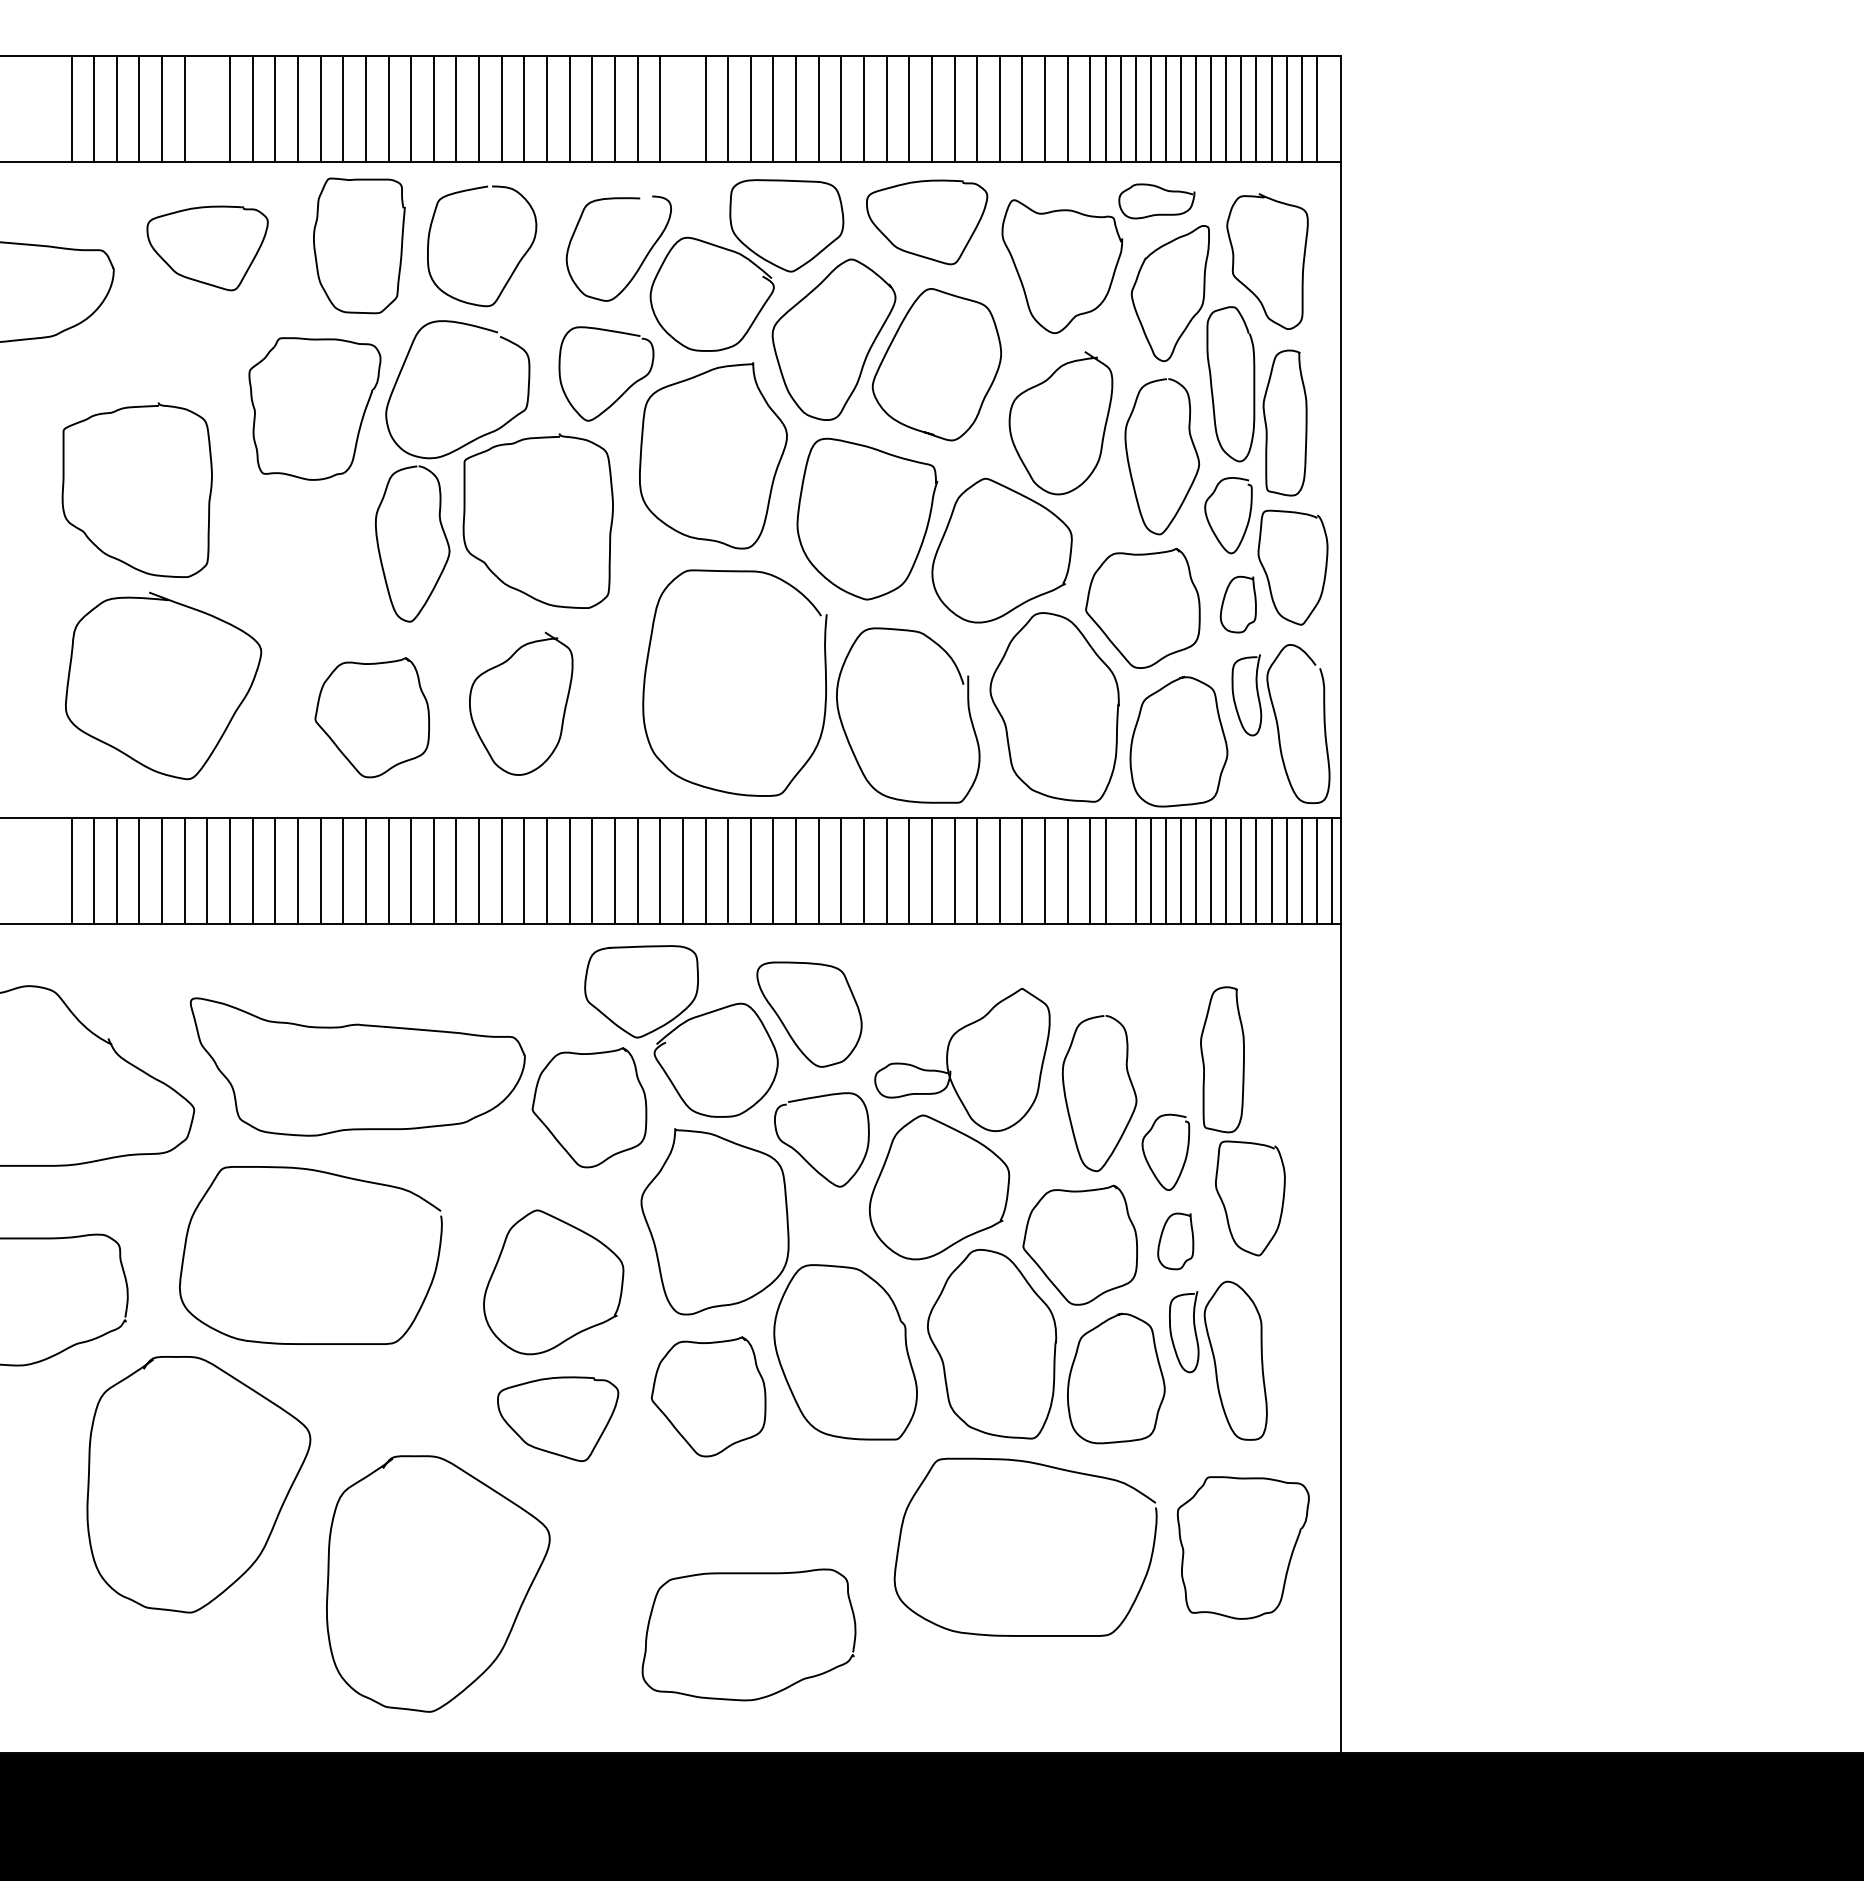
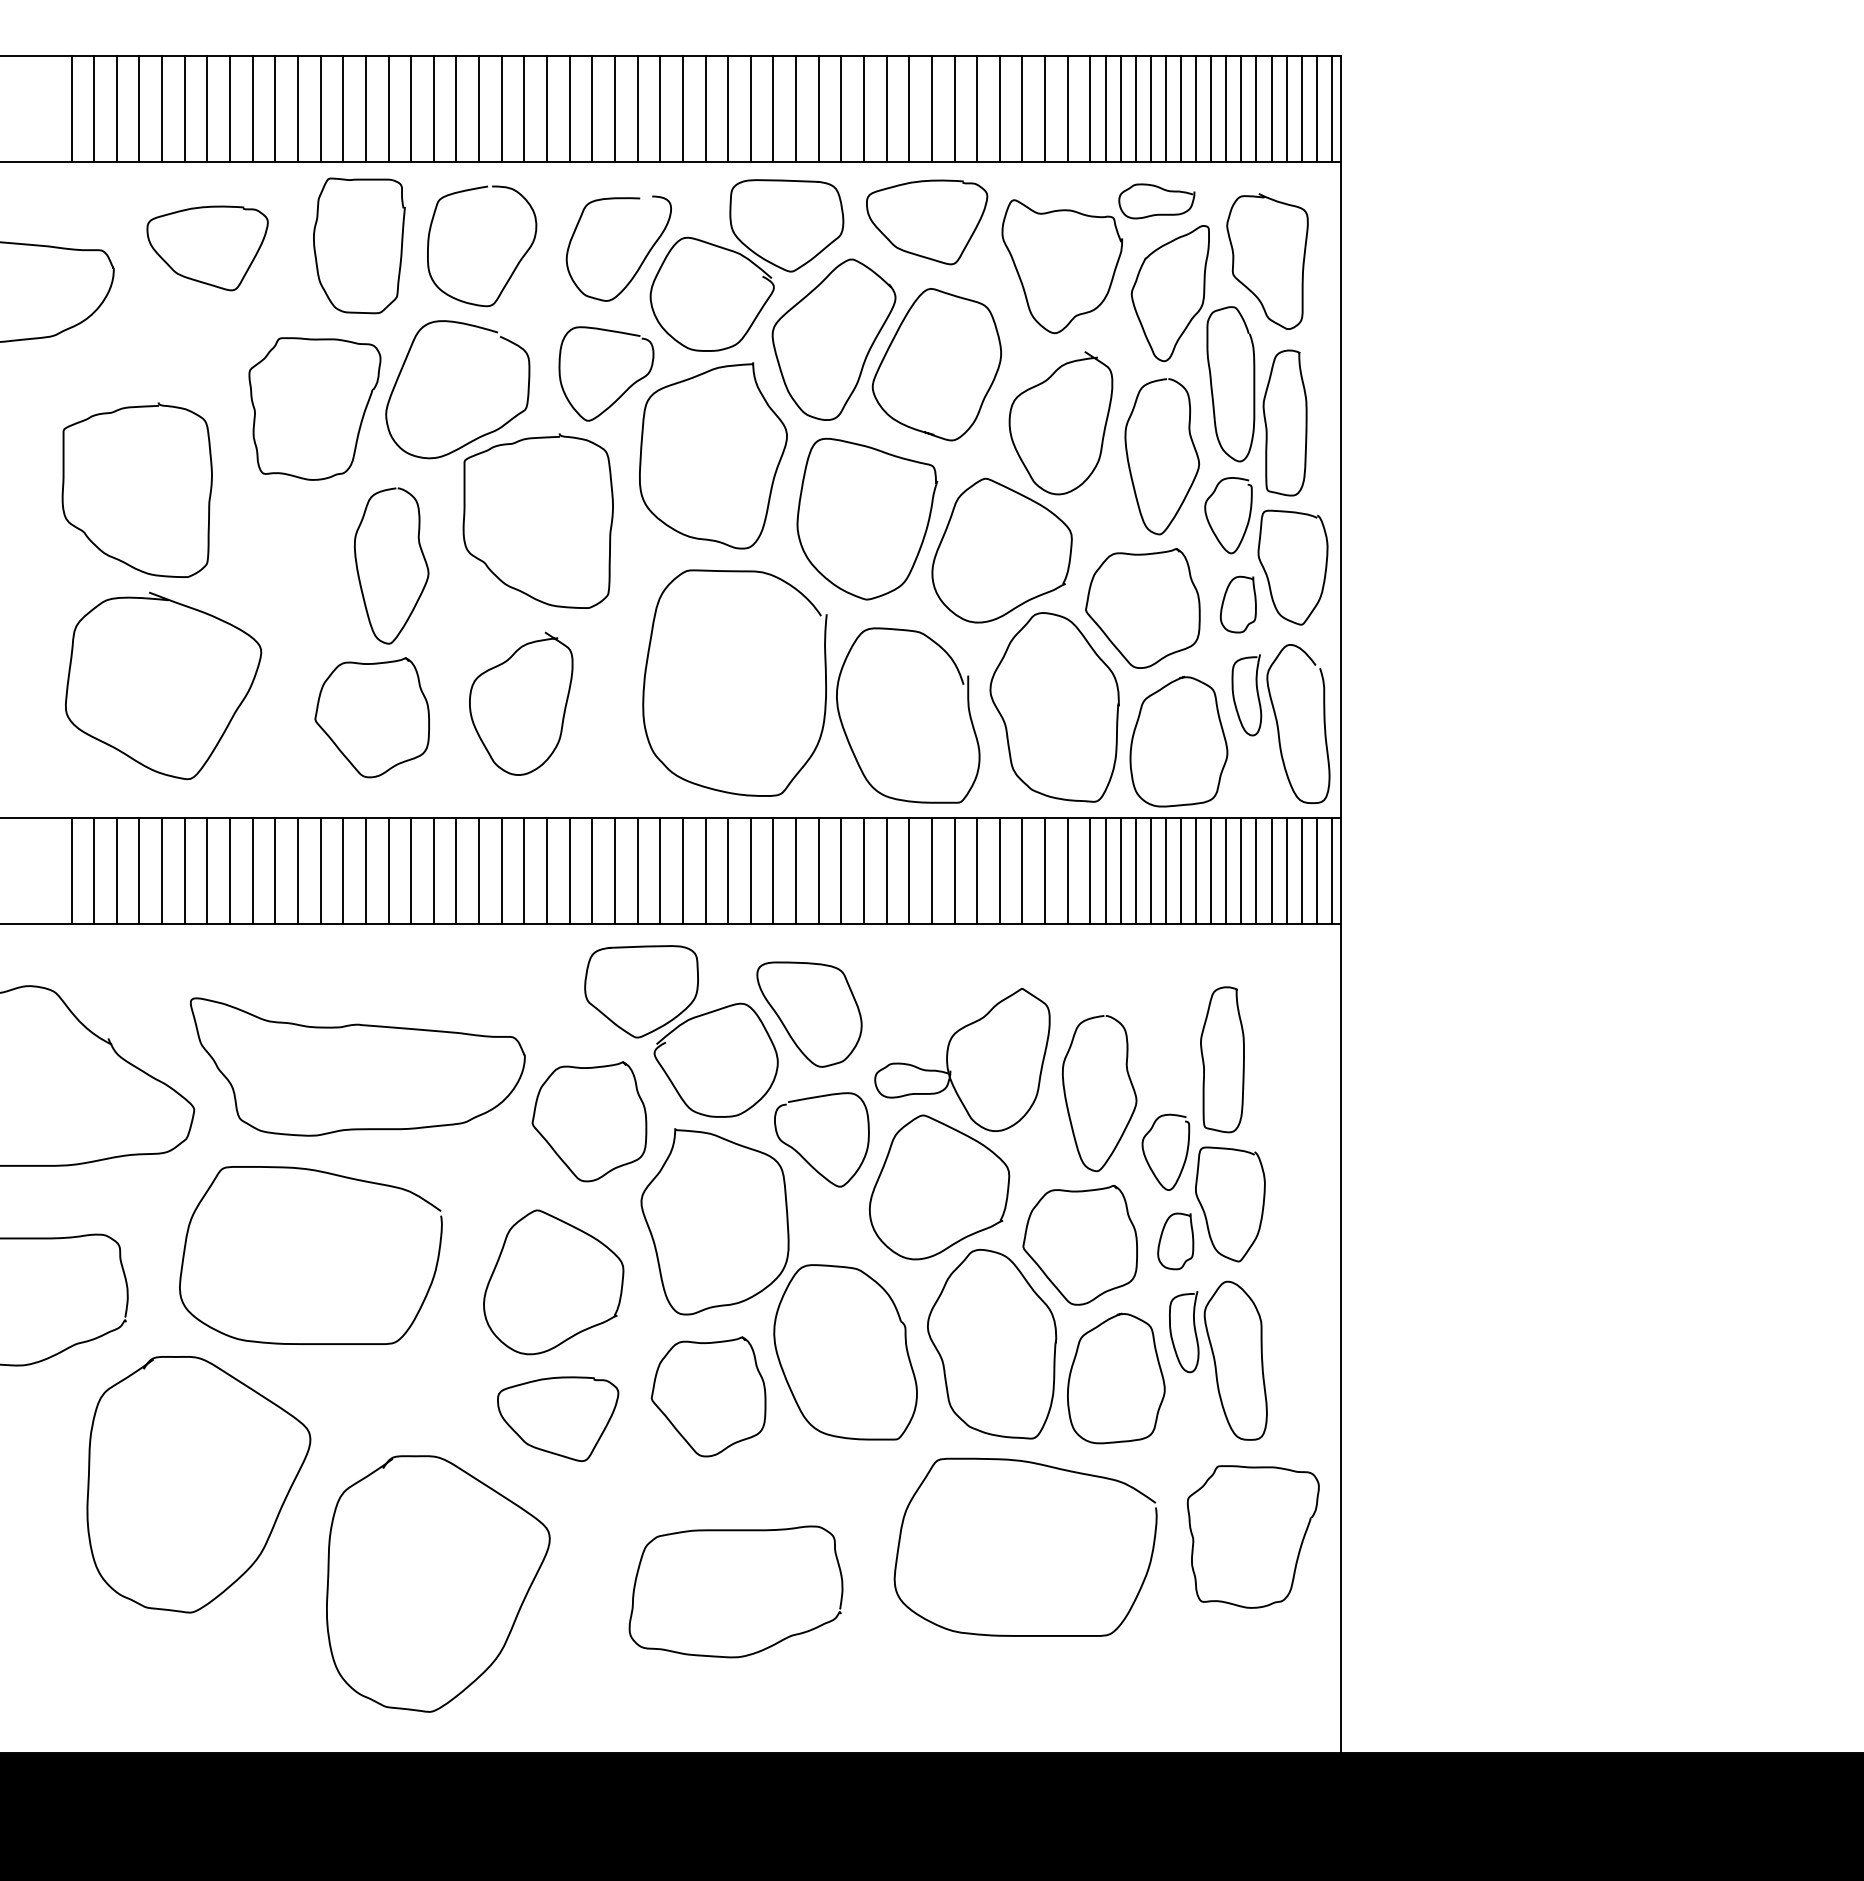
line at (207, 109): none -> present
line at (682, 109): none -> present
line at (1331, 109): none -> present
curve at (443, 534) position: (443, 534) -> (422, 556)
line at (1120, 870): none -> present
curve at (556, 1137) position: (556, 1137) -> (556, 1151)
curve at (1225, 1206) position: (1225, 1206) -> (1205, 1212)
curve at (1288, 1561) position: (1288, 1561) -> (1298, 1550)
curve at (748, 1574) position: (748, 1574) -> (735, 1531)
